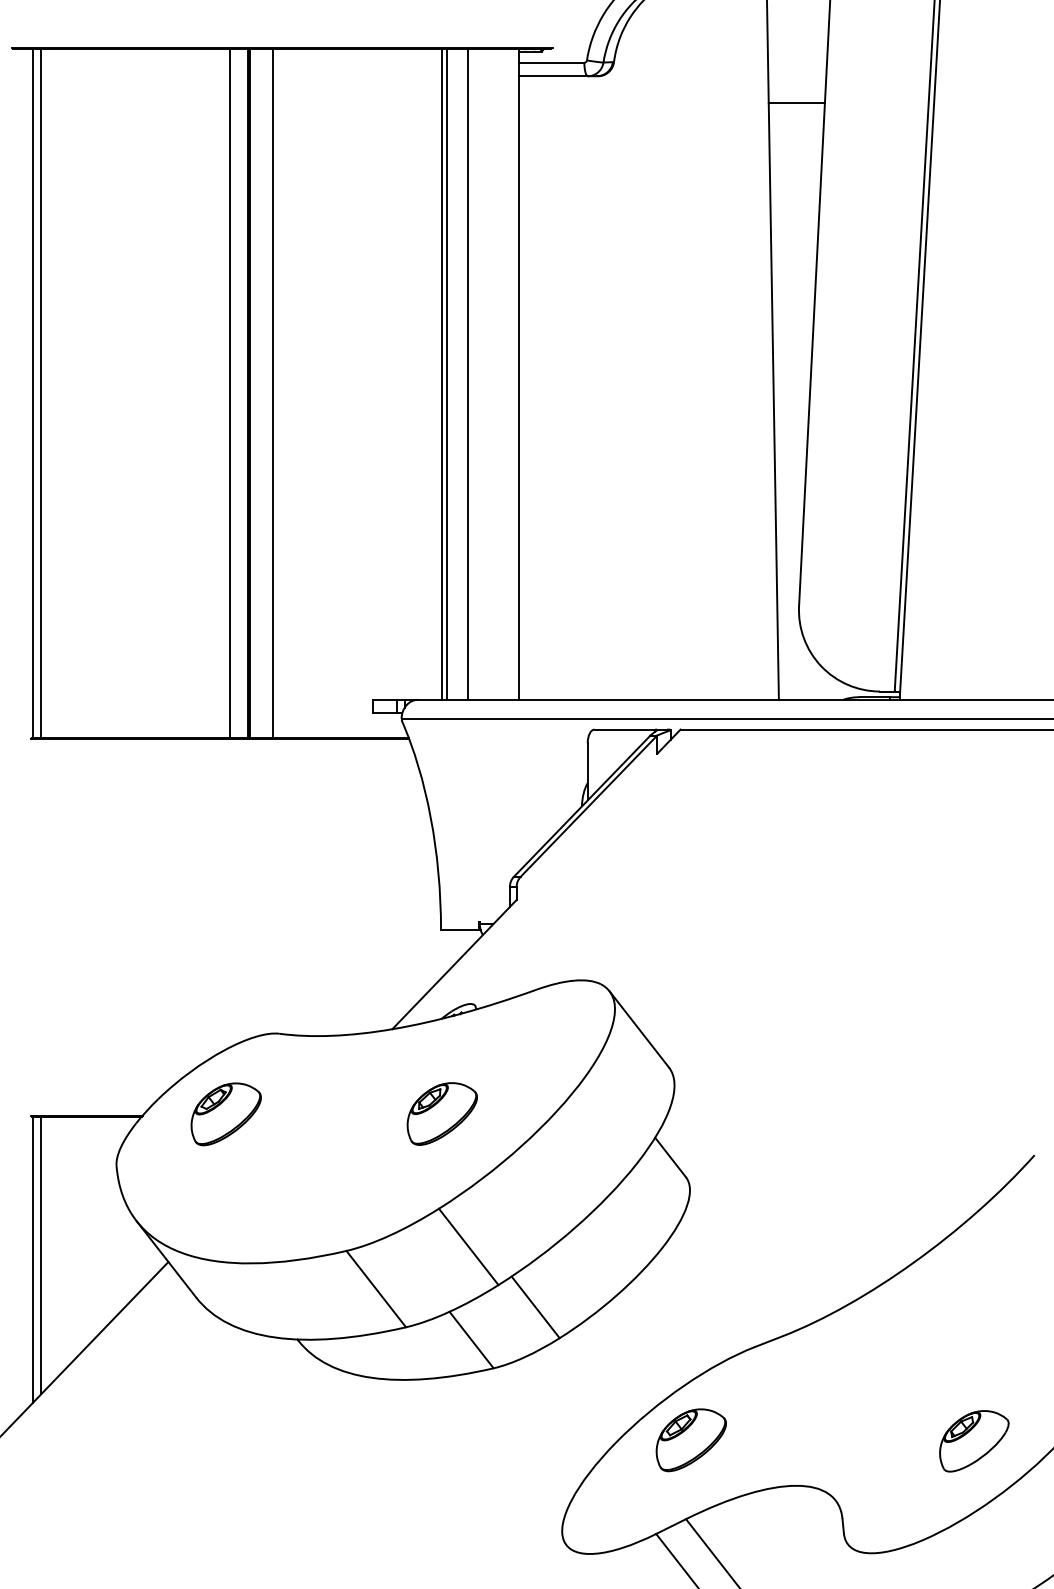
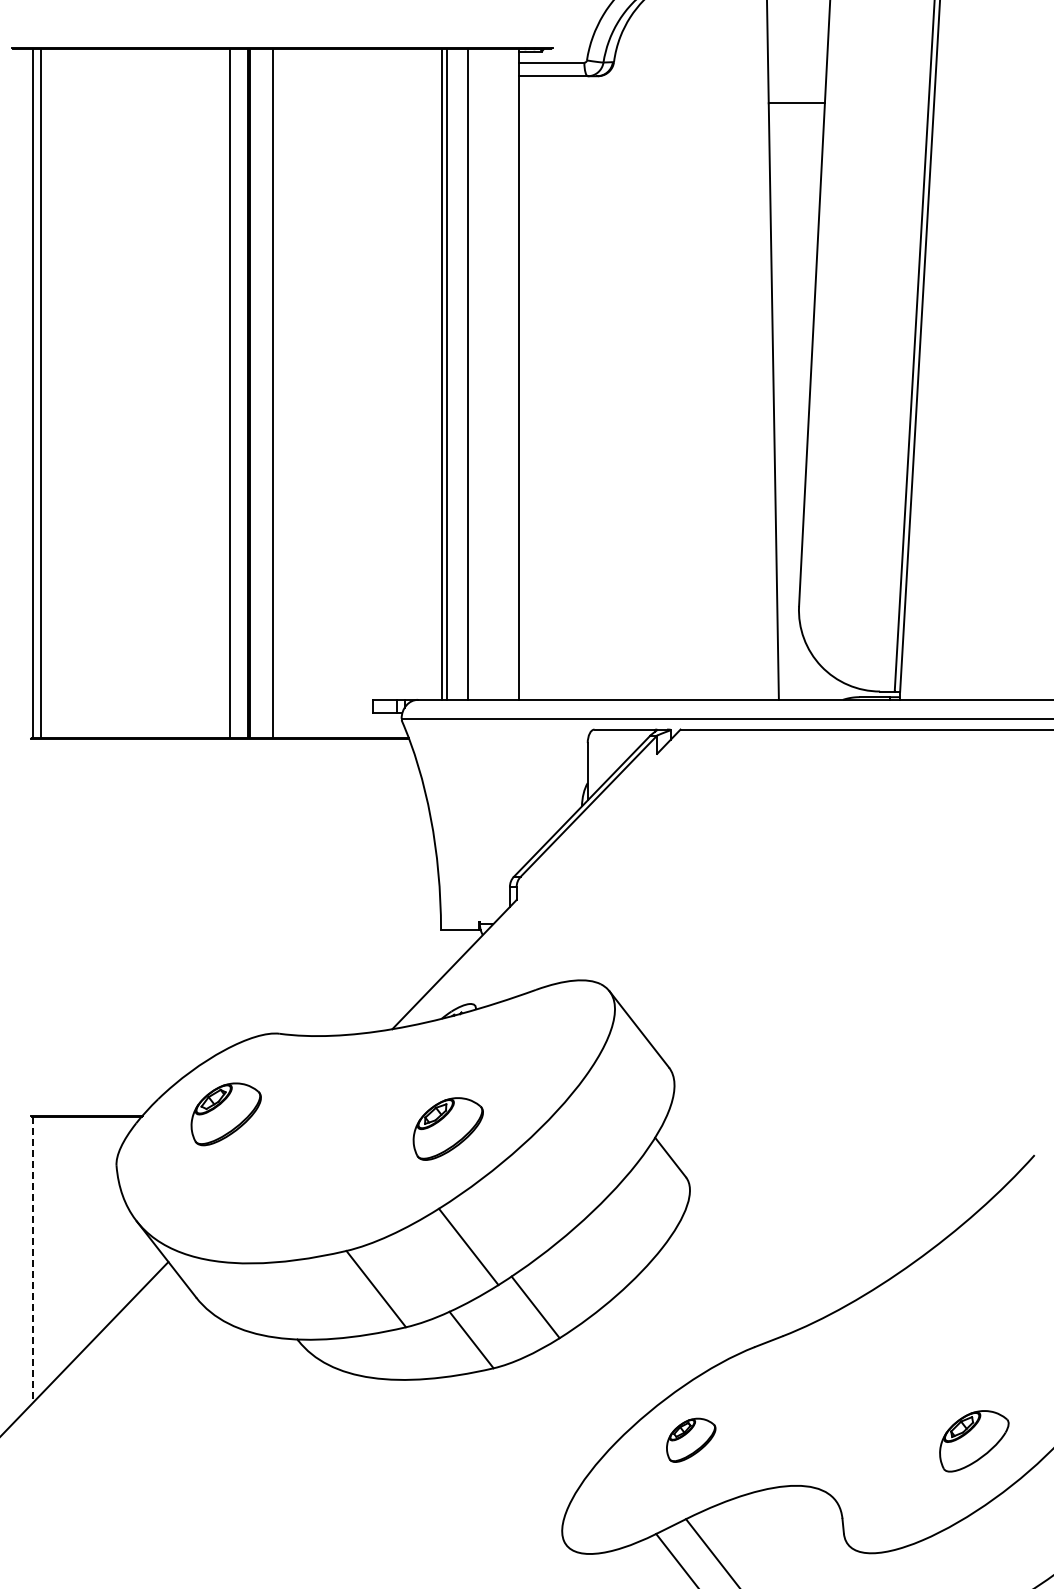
part at (441, 1113) position: (441, 1113) -> (447, 1128)
line at (41, 1255): present -> none
line at (32, 1260): solid -> dashed
part at (690, 1440) size: 72x65 px -> 51x46 px
